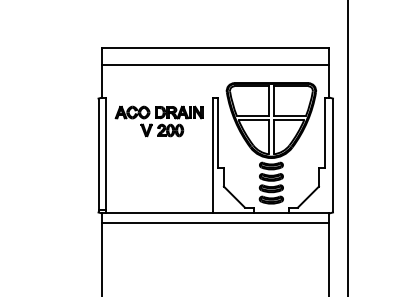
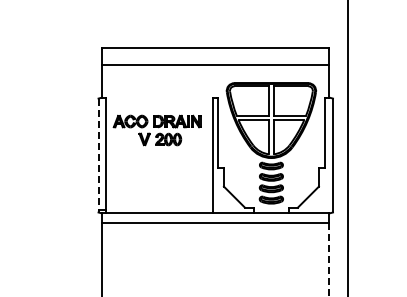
part at (158, 121) position: (158, 121) -> (156, 130)
line at (98, 154): solid -> dashed
line at (329, 259): solid -> dashed
